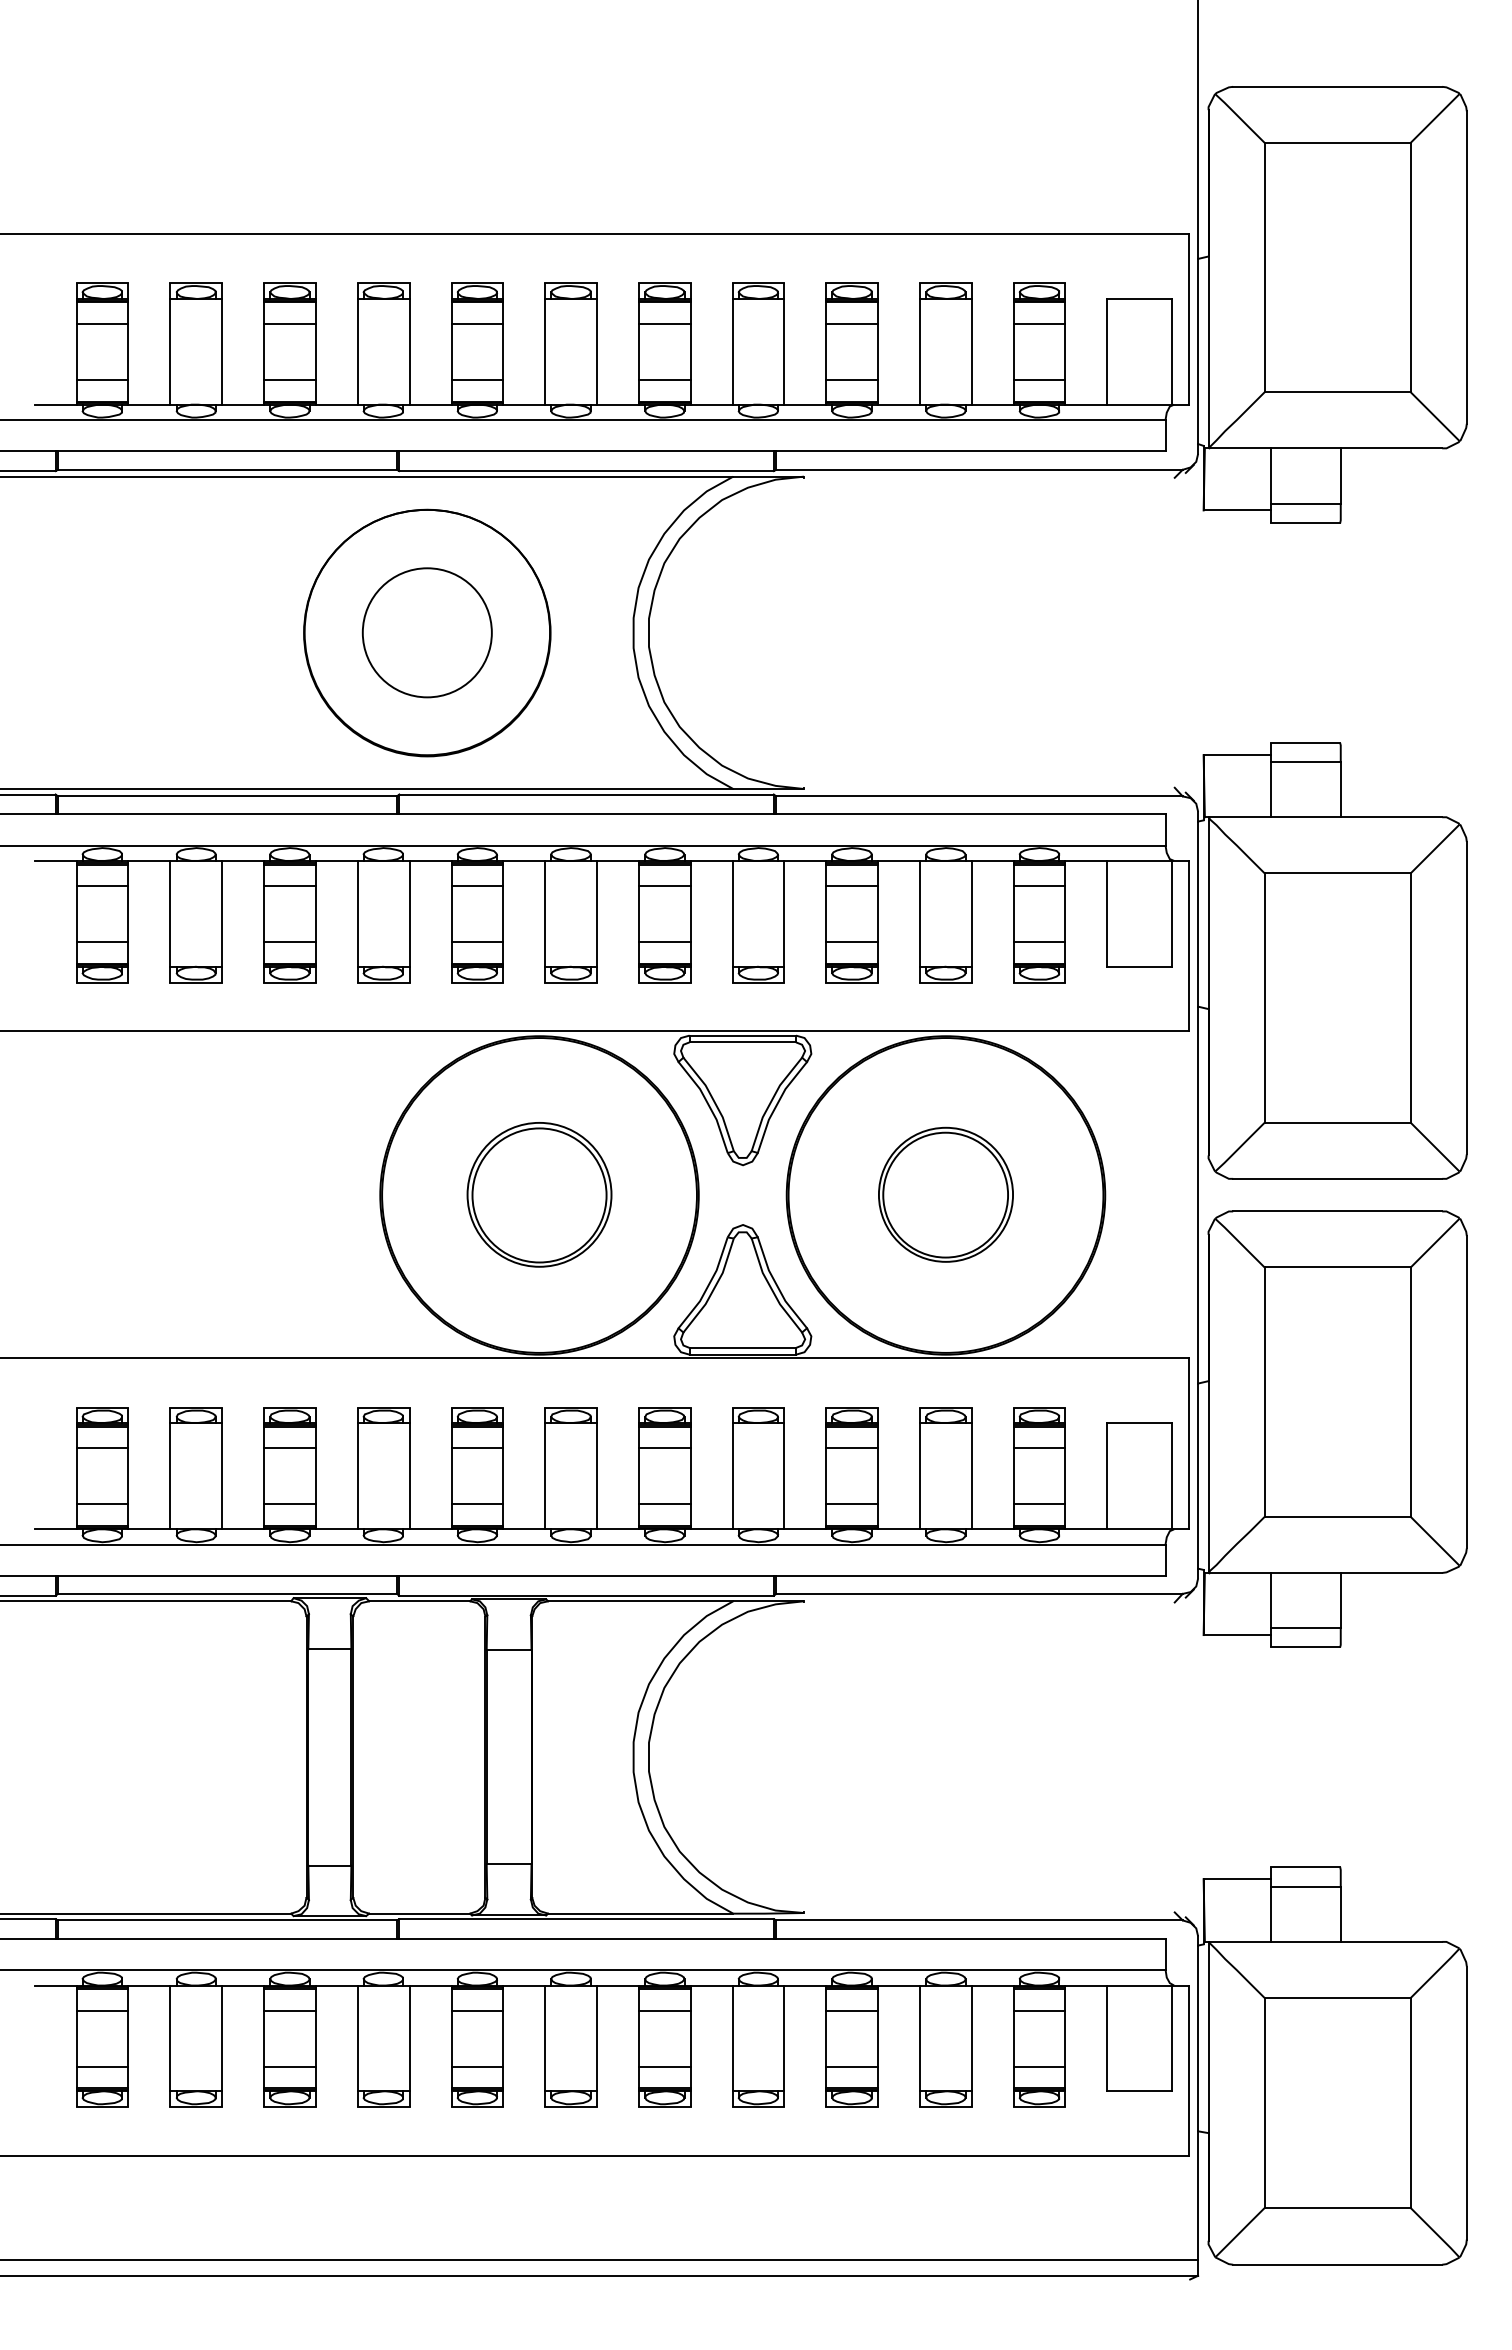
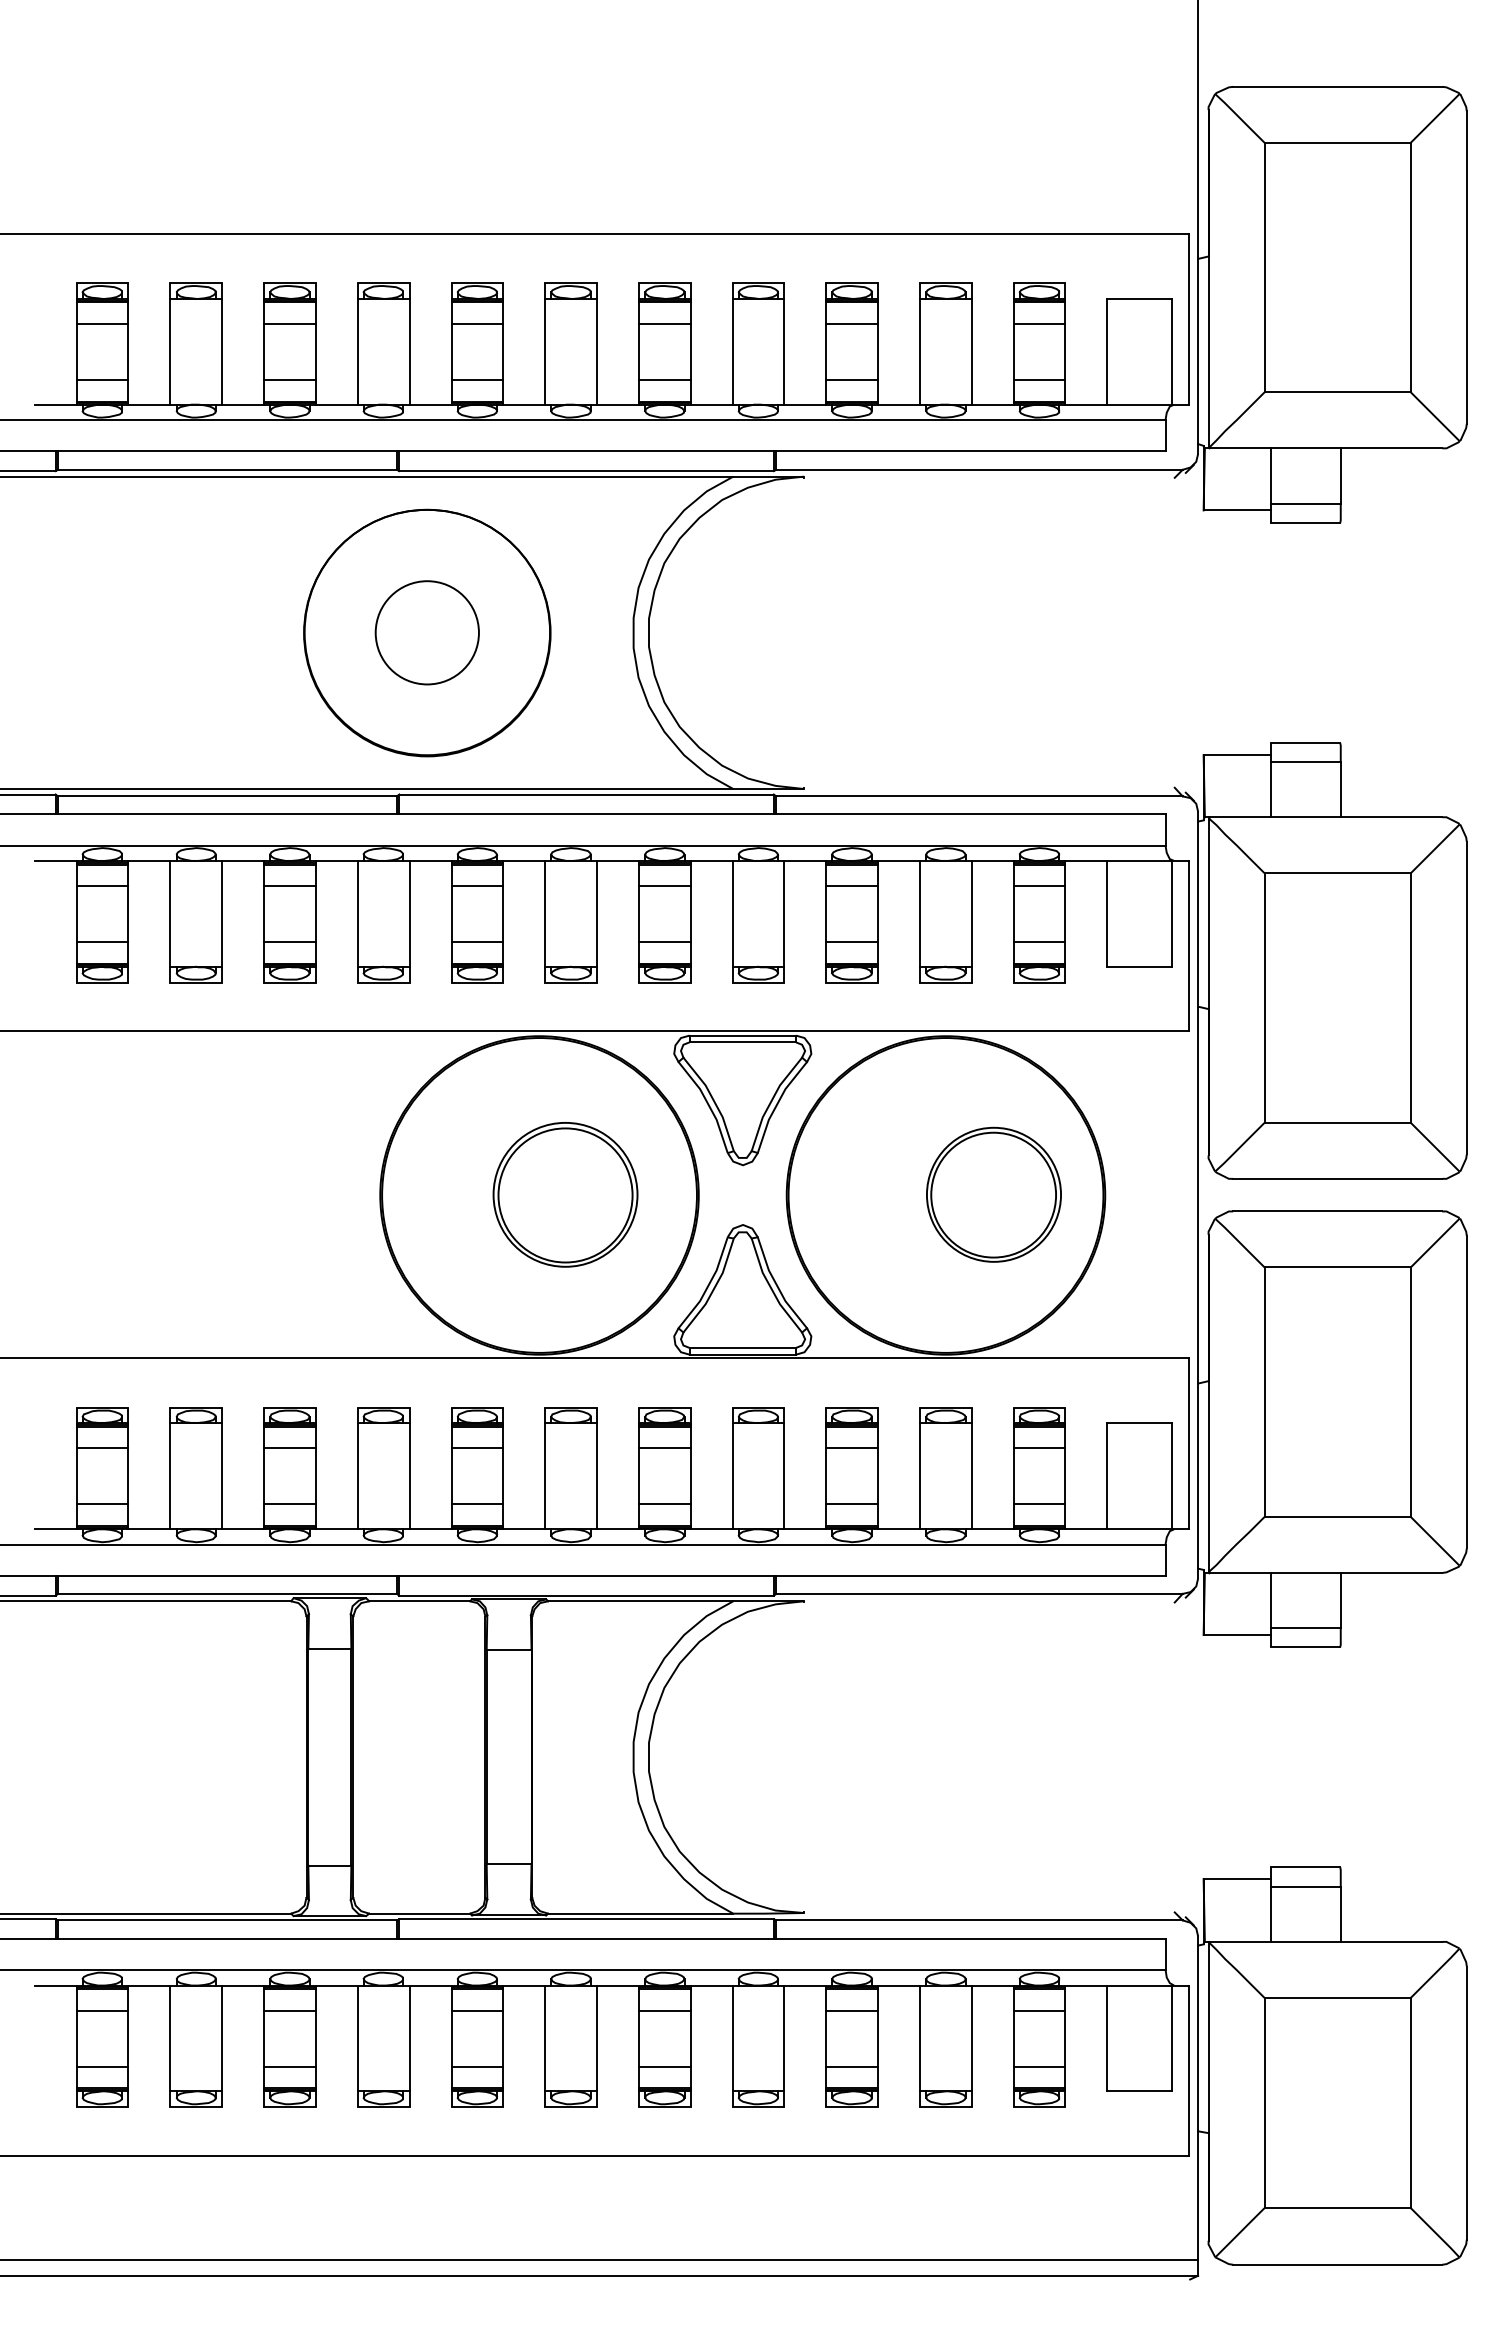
circle at (426, 632) diameter: 129 px -> 103 px
part at (539, 1194) position: (539, 1194) -> (565, 1194)
part at (945, 1194) position: (945, 1194) -> (993, 1194)
